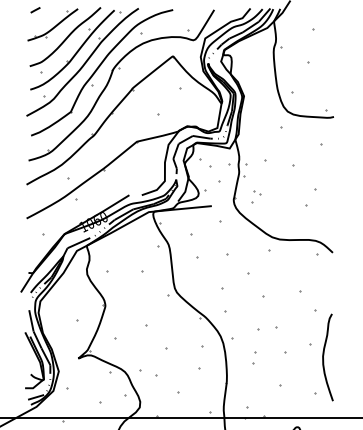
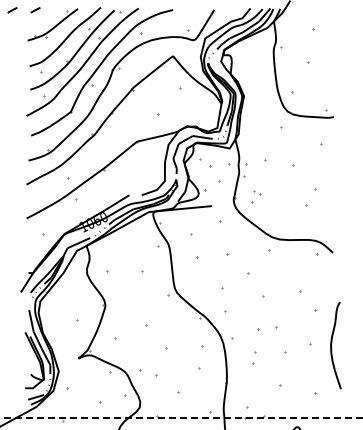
line at (12, 10): none -> present
curve at (324, 355) position: (324, 355) -> (332, 343)
line at (181, 417): solid -> dashed
